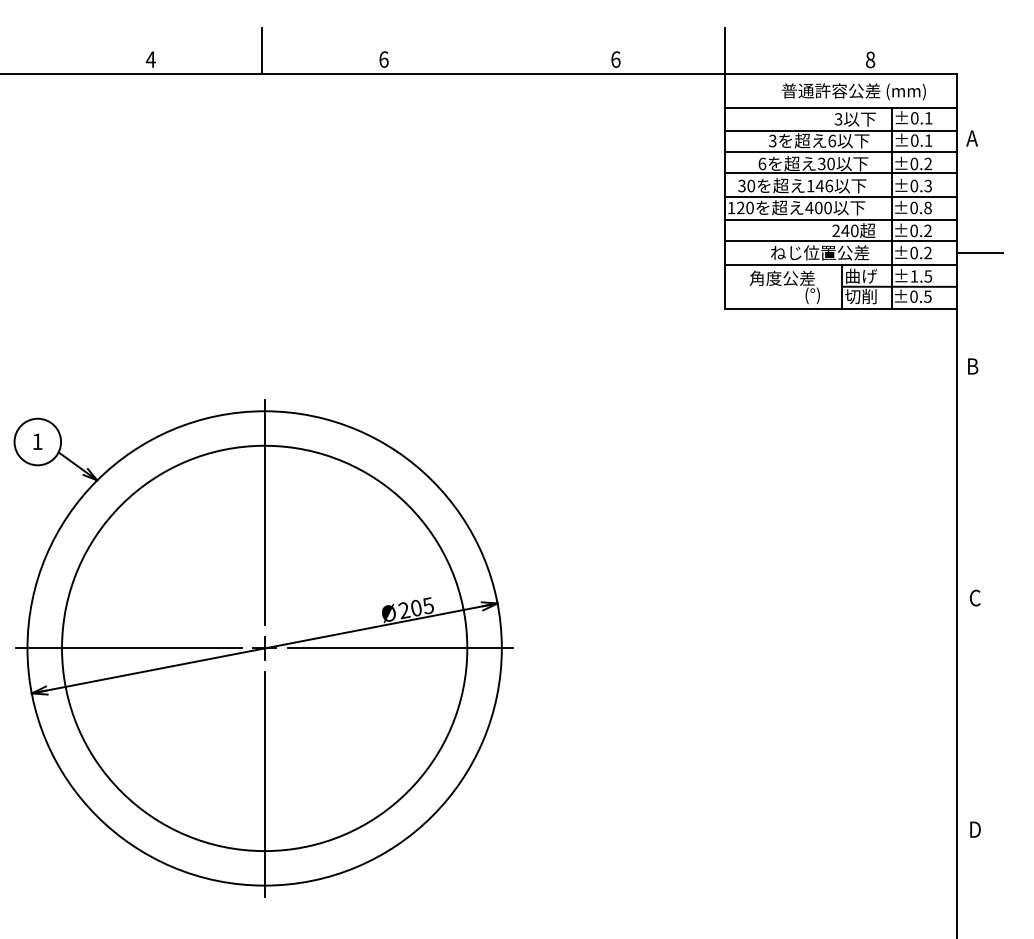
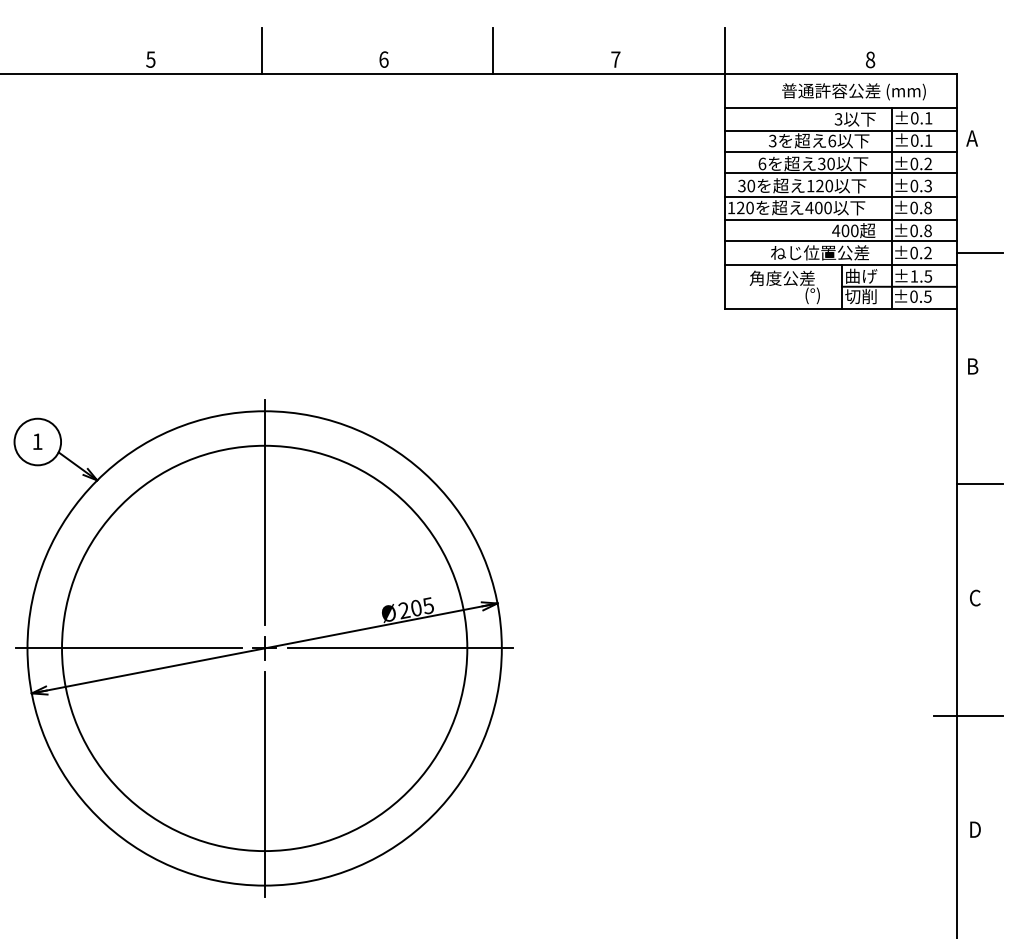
line at (493, 51): none -> present
text at (150, 59): 4 -> 5
text at (615, 59): 6 -> 7
text at (824, 185): 146 -> 120
text at (840, 230): 240 -> 400
text at (927, 230): ±0.2 -> ±0.8
line at (979, 484): none -> present
line at (967, 715): none -> present
